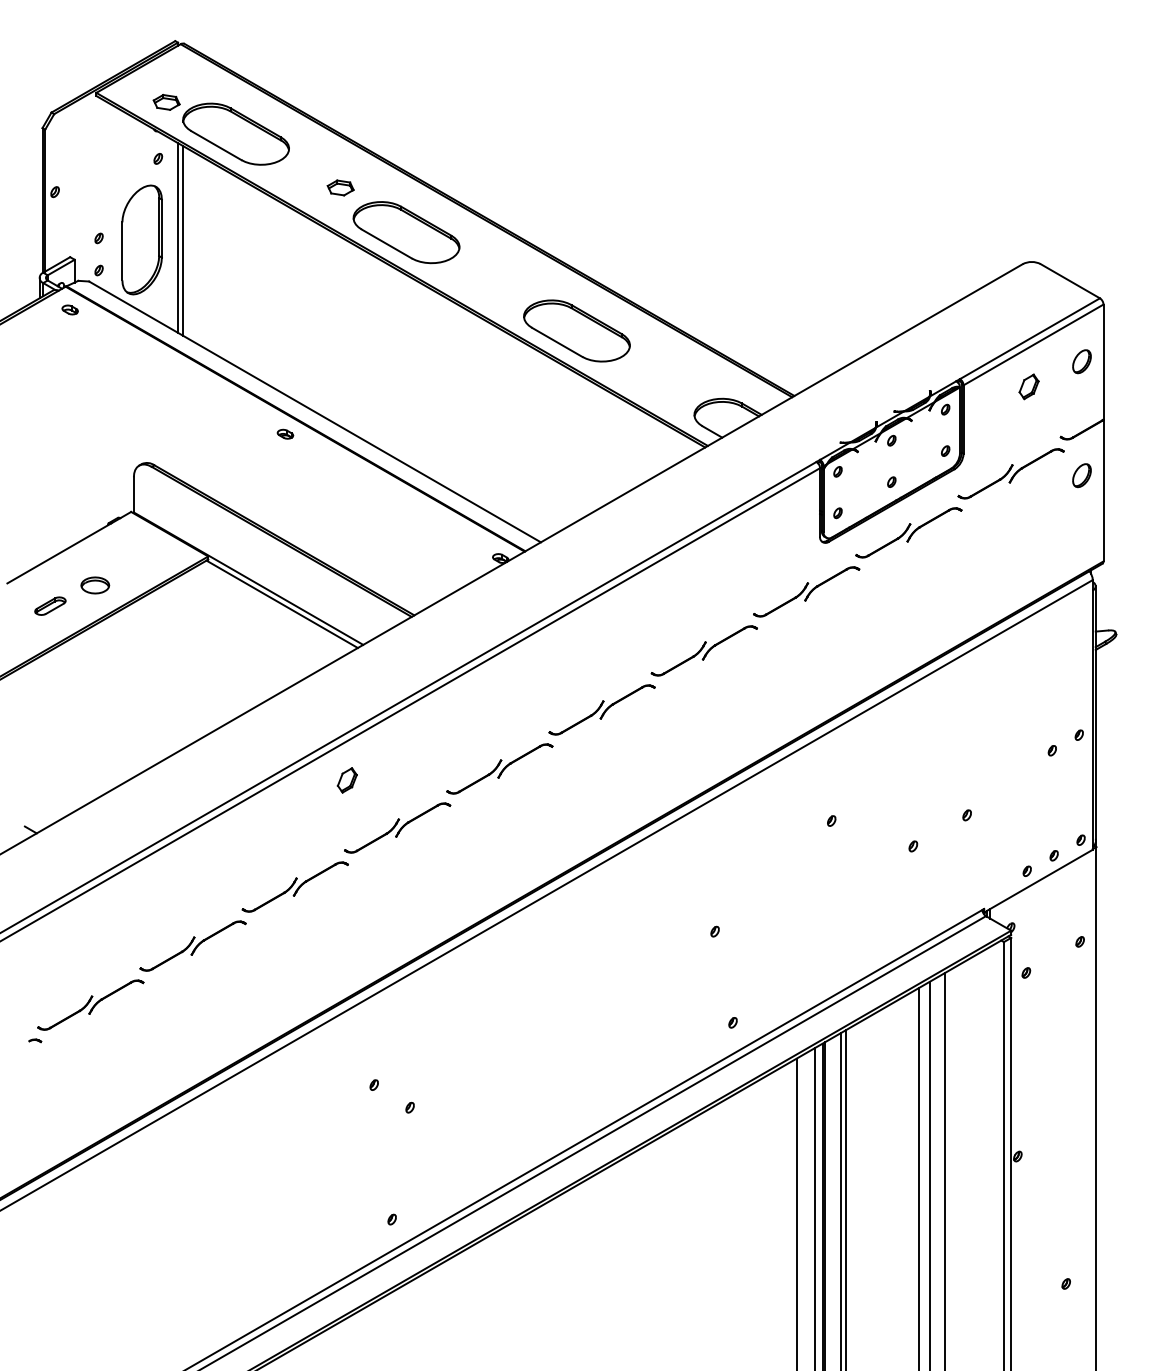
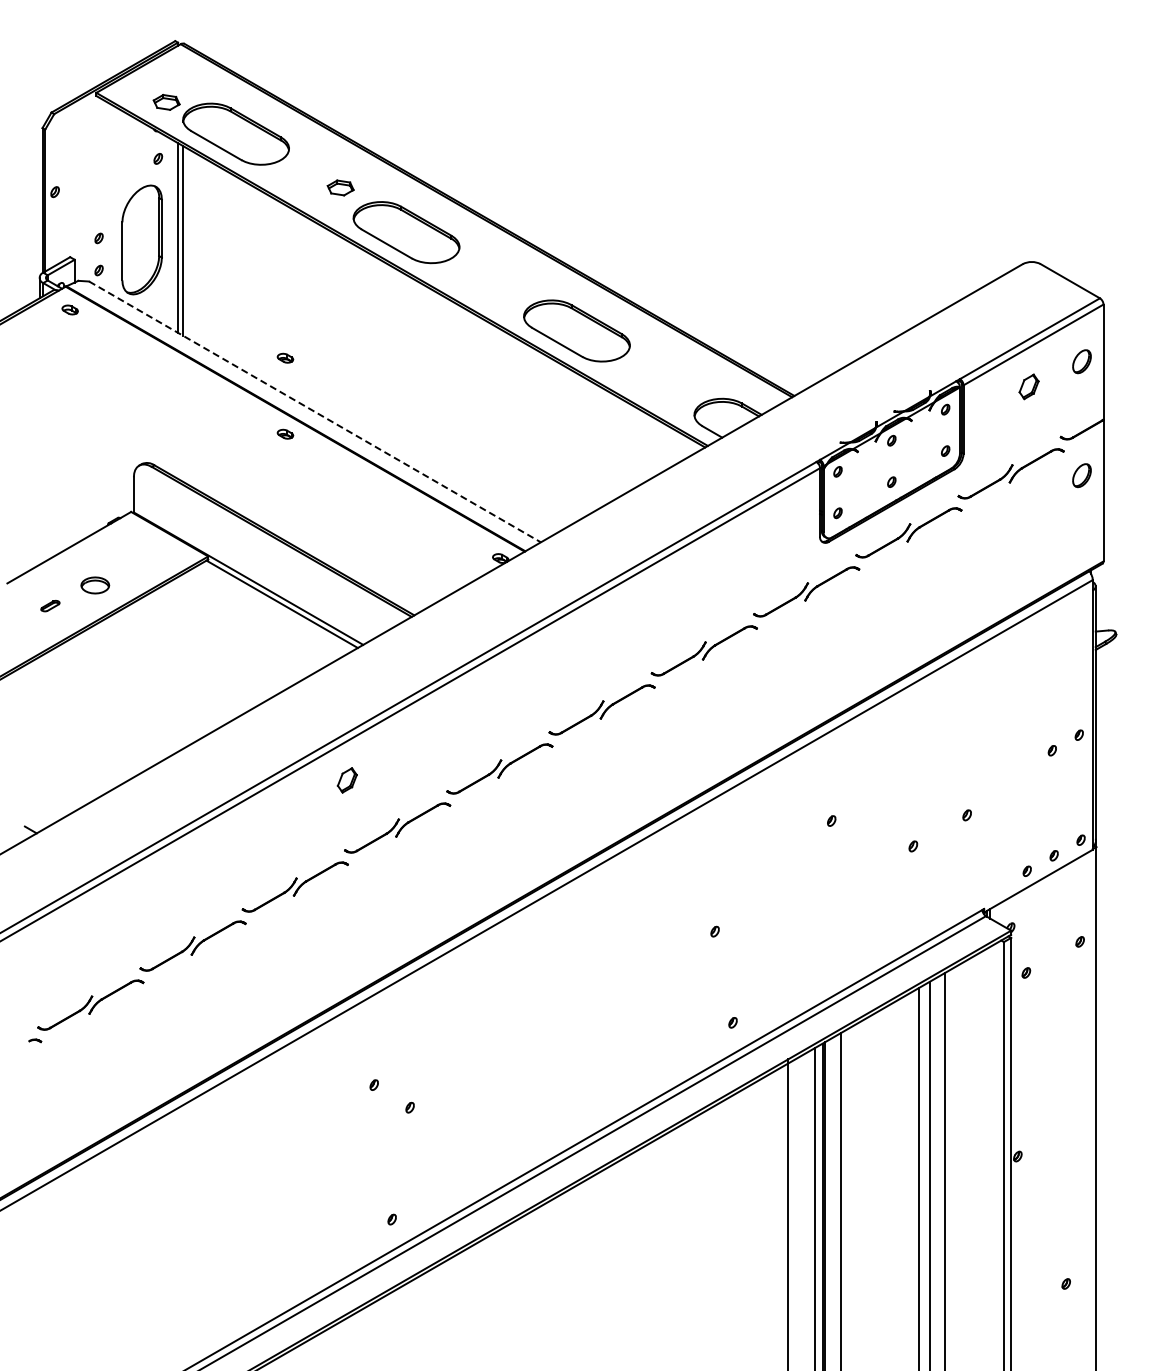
part at (285, 357): none -> present
line at (315, 411): solid -> dashed
part at (50, 605) size: 33x20 px -> 21x13 px
line at (846, 1198): present -> none
line at (796, 1212) position: (796, 1212) -> (787, 1212)
